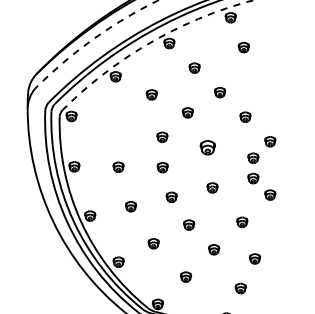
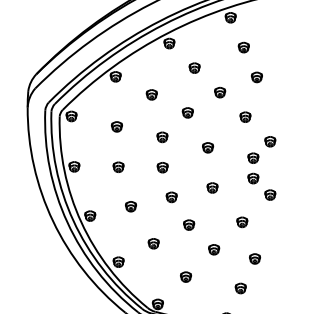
arc at (92, 39): dashed -> solid
arc at (151, 42): dashed -> solid
part at (256, 77): none -> present
part at (116, 126): none -> present
part at (207, 147) size: 17x16 px -> 13x12 px
